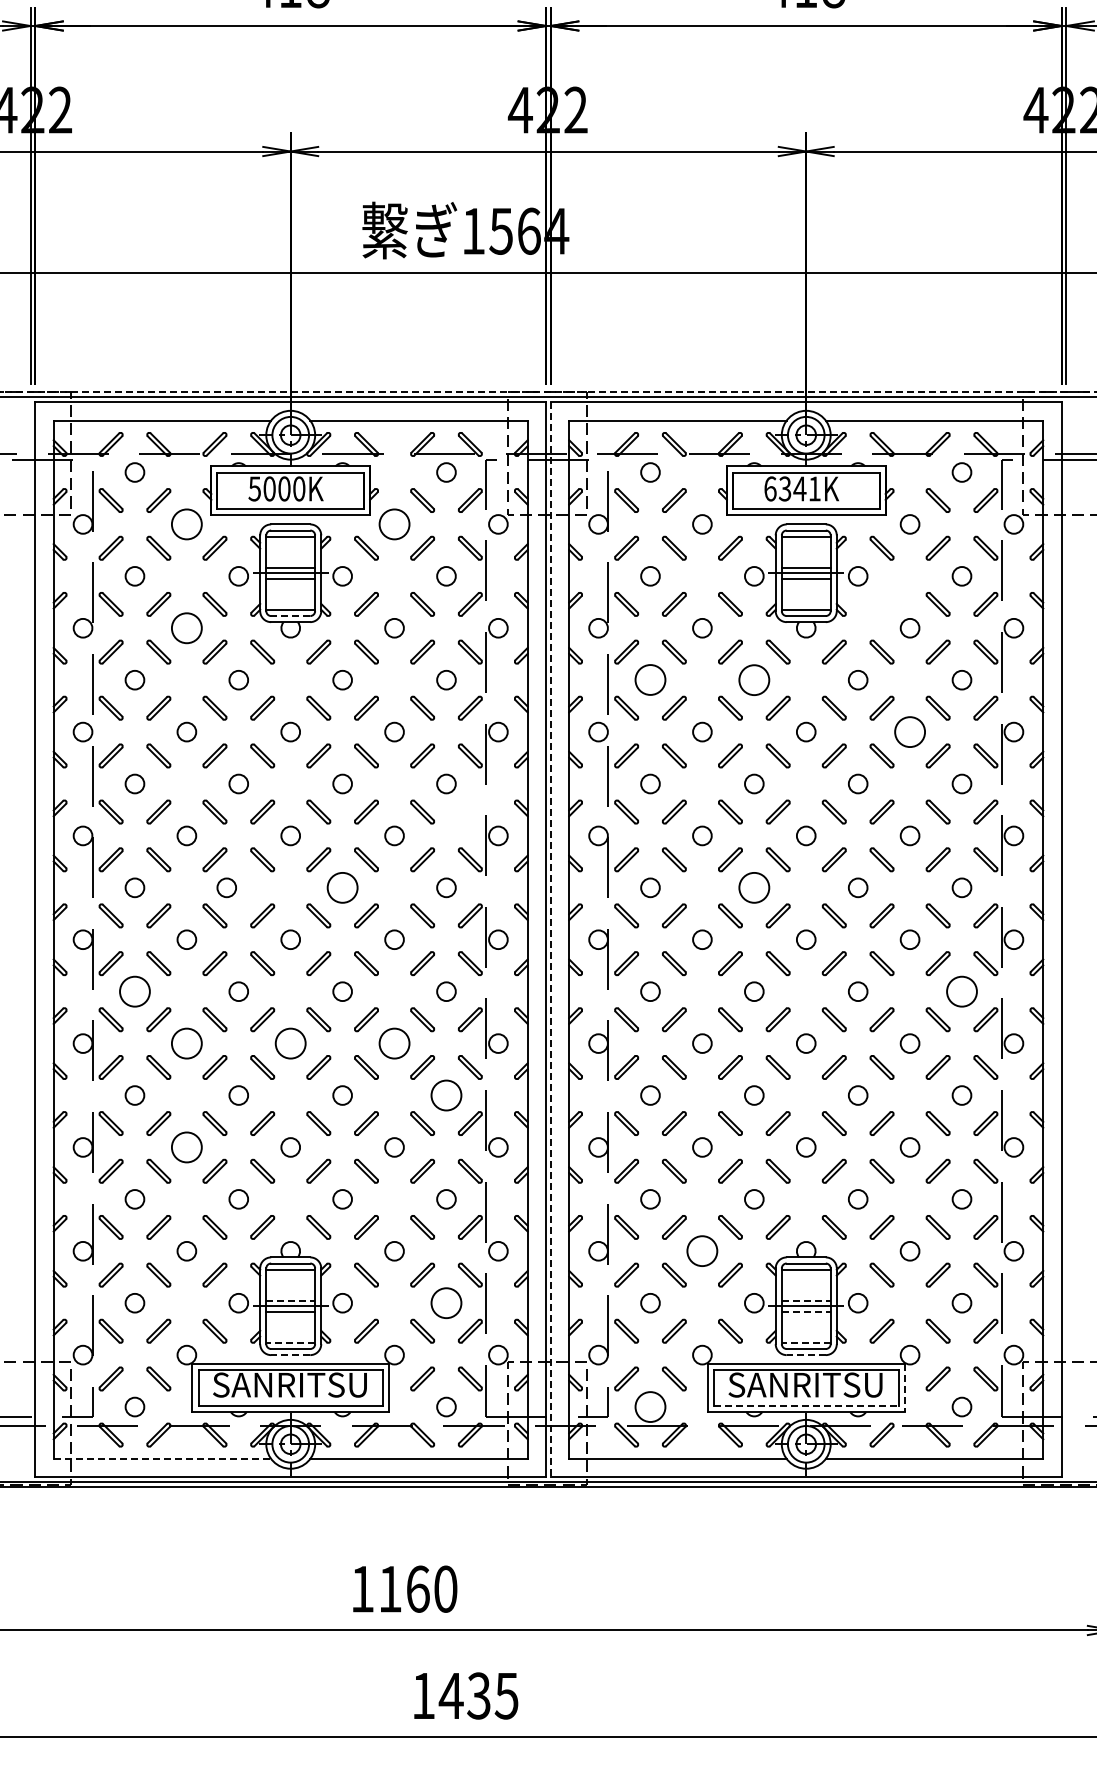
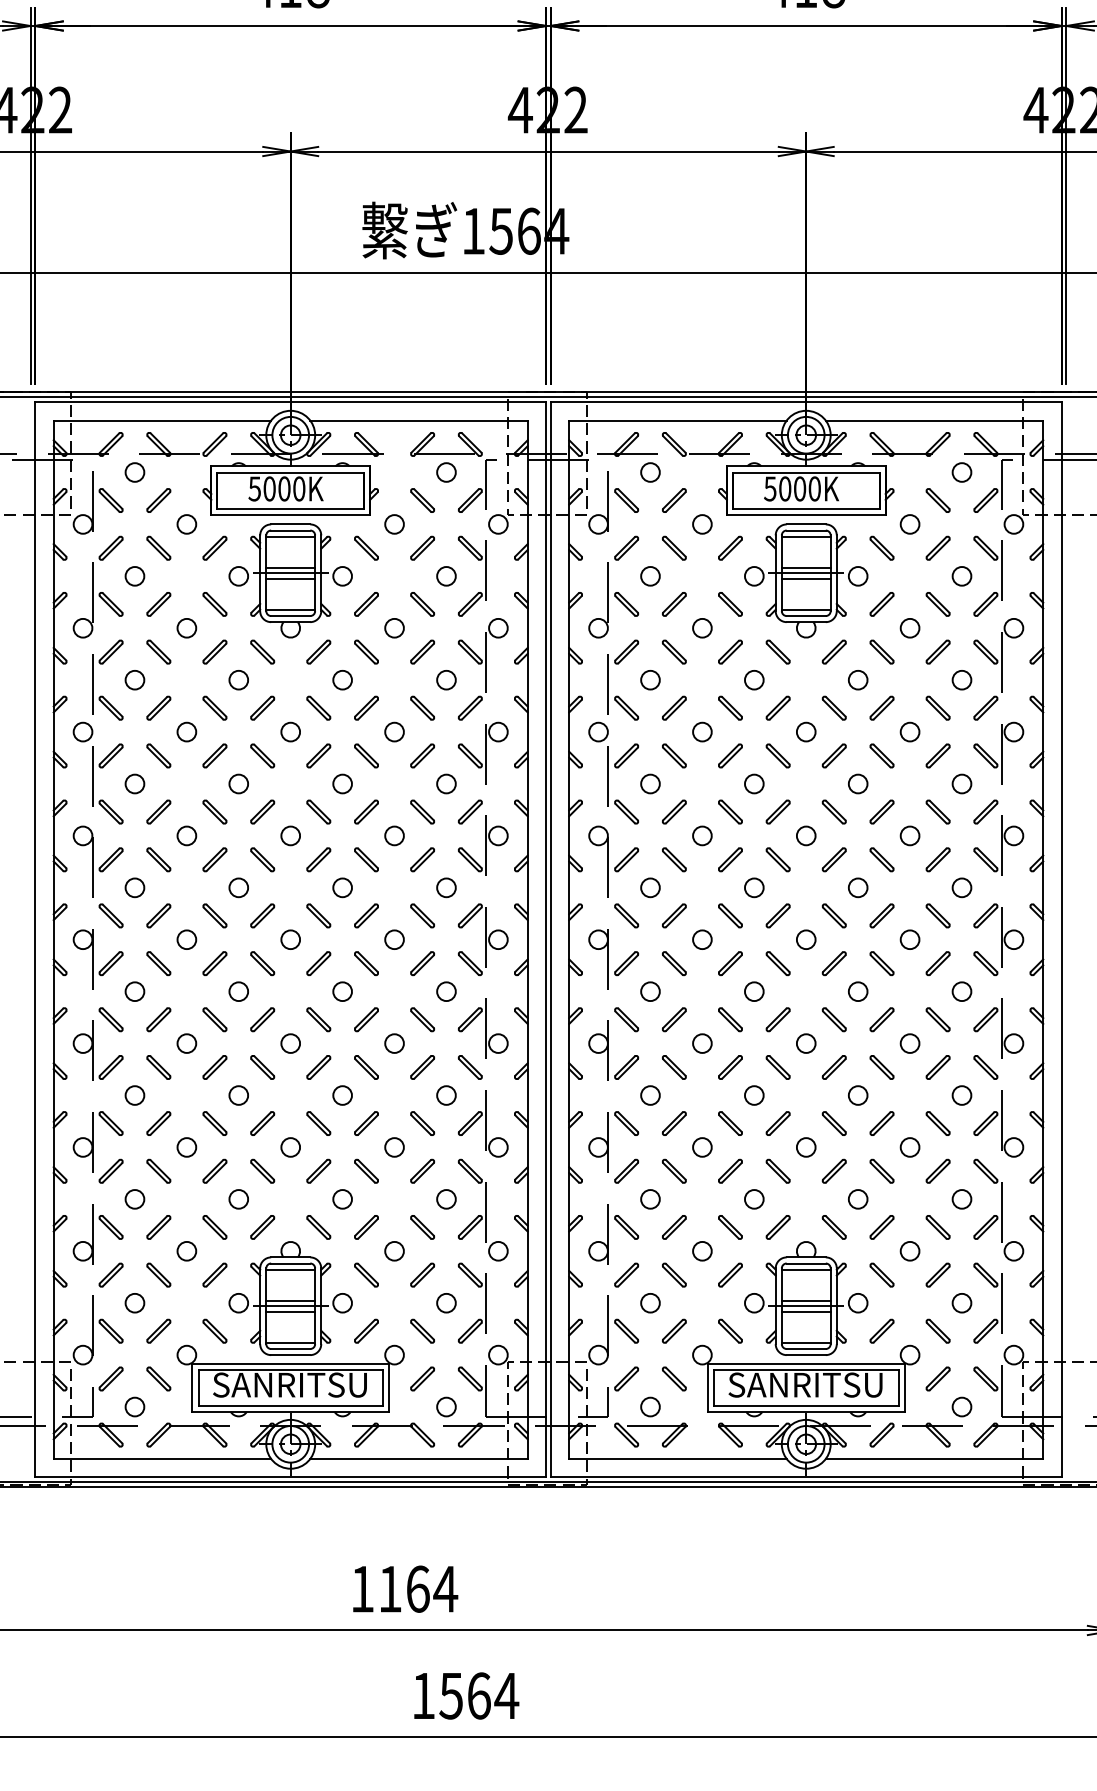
line at (548, 392): dashed -> solid
text at (792, 488): 6341K -> 5000K
circle at (186, 524) diameter: 30 px -> 19 px
circle at (394, 524) diameter: 30 px -> 19 px
part at (881, 604): none -> present
line at (290, 616): dashed -> solid
circle at (186, 628) diameter: 30 px -> 19 px
circle at (650, 679) size: 33x32 px -> 21x21 px
circle at (754, 680) diameter: 30 px -> 19 px
circle at (910, 732) diameter: 30 px -> 19 px
part at (469, 811): none -> present
circle at (226, 887) position: (226, 887) -> (238, 887)
circle at (342, 887) diameter: 30 px -> 19 px
circle at (754, 887) diameter: 30 px -> 19 px
line at (550, 939): dashed -> solid
circle at (134, 991) diameter: 30 px -> 19 px
circle at (961, 991) diameter: 30 px -> 19 px
circle at (186, 1043) diameter: 30 px -> 19 px
circle at (290, 1043) diameter: 30 px -> 19 px
circle at (394, 1043) diameter: 30 px -> 19 px
circle at (446, 1095) diameter: 30 px -> 19 px
circle at (186, 1147) diameter: 30 px -> 19 px
circle at (702, 1250) size: 33x32 px -> 21x21 px
line at (291, 1300): dashed -> solid
line at (806, 1300): dashed -> solid
circle at (446, 1303) diameter: 30 px -> 19 px
line at (806, 1311): dashed -> solid
line at (290, 1342): dashed -> solid
line at (805, 1342): dashed -> solid
line at (290, 1355): dashed -> solid
line at (806, 1355): dashed -> solid
line at (904, 1388): dashed -> solid
line at (806, 1405): dashed -> solid
circle at (650, 1407) diameter: 30 px -> 19 px
line at (162, 1458): dashed -> solid
text at (445, 1588): 1160 -> 1164
text at (478, 1695): 1435 -> 1564
